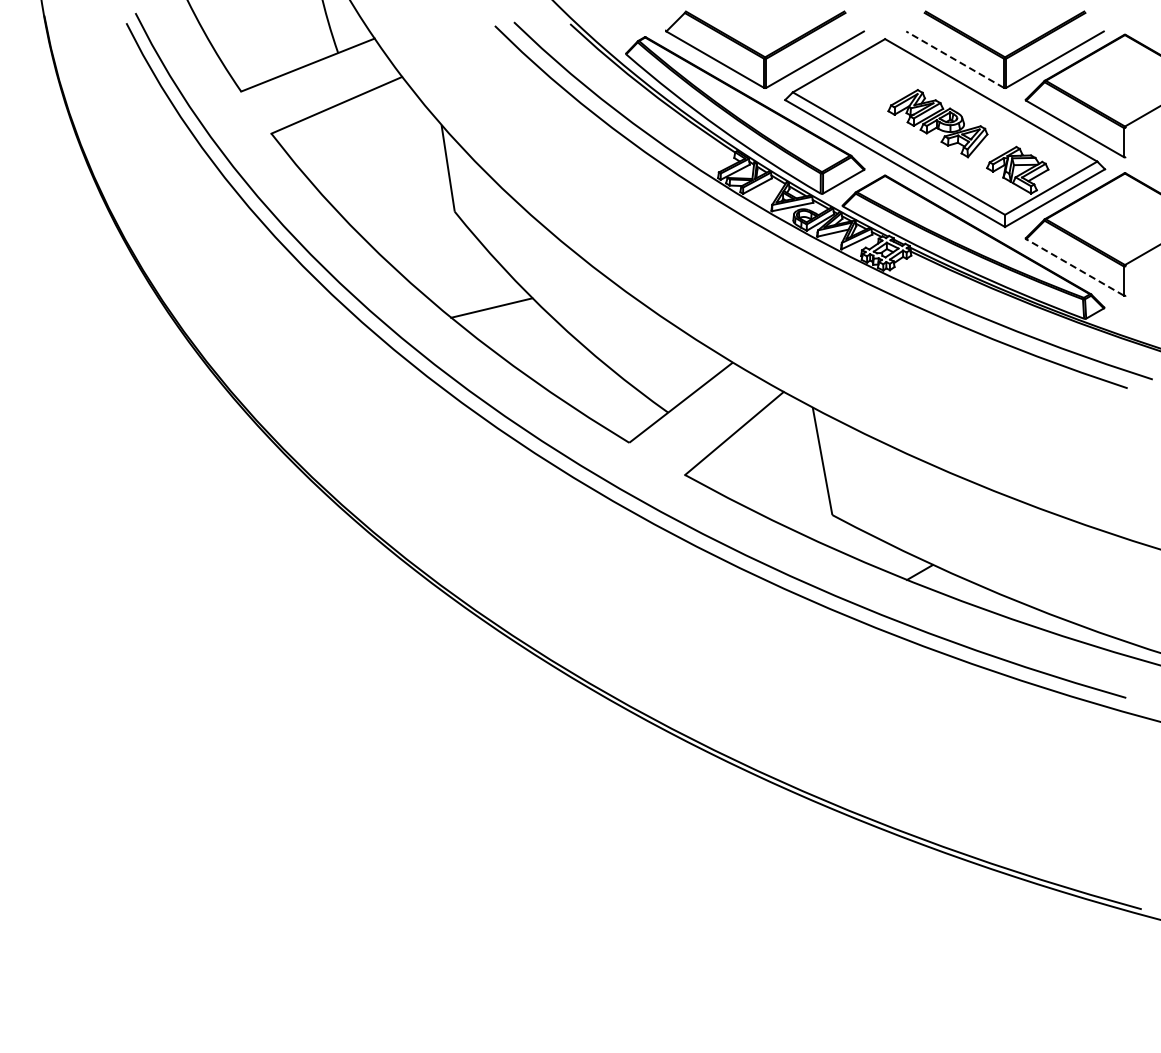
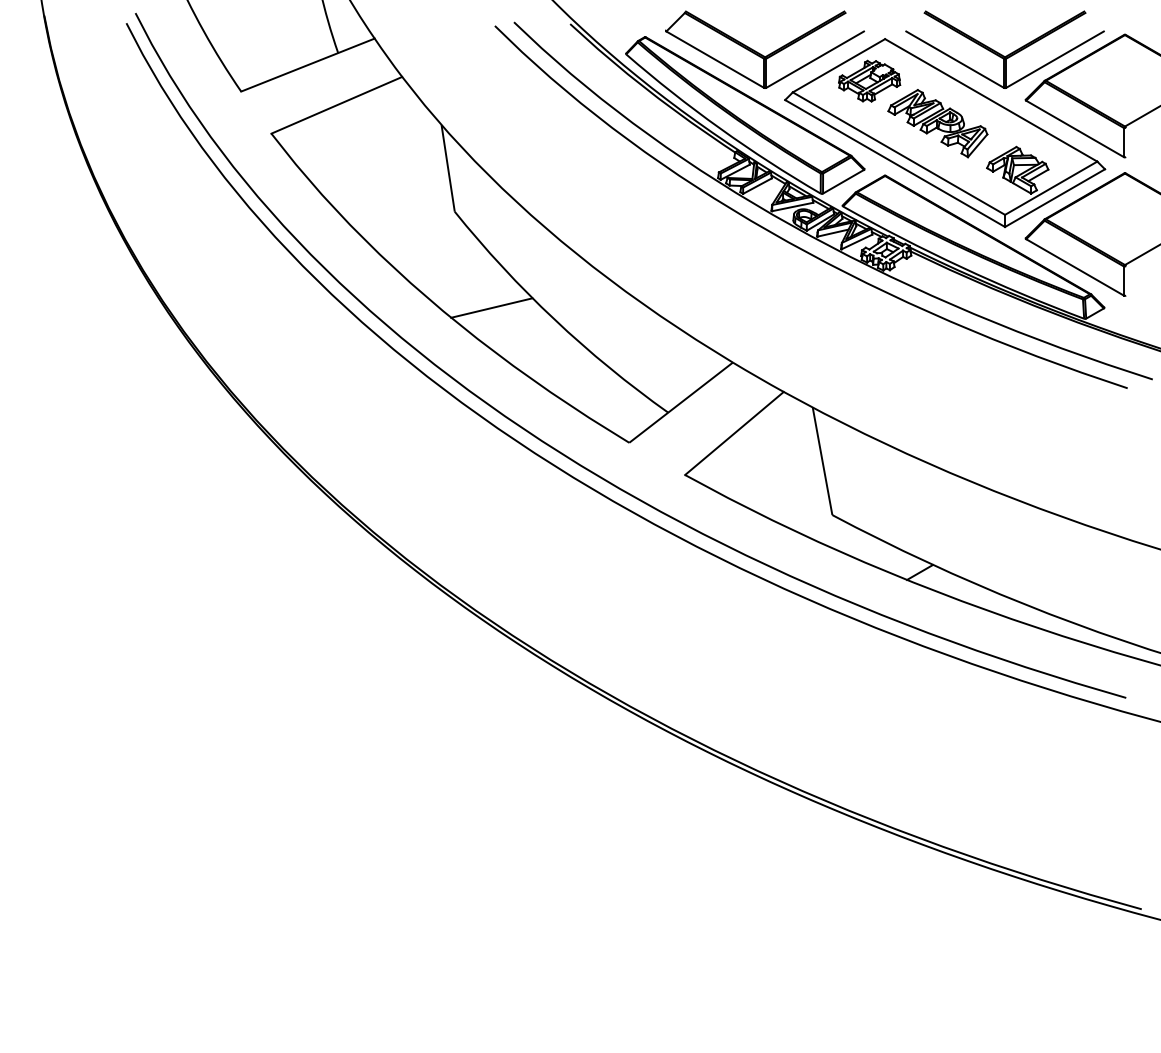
line at (954, 59): dashed -> solid
part at (869, 80): none -> present
line at (1074, 267): dashed -> solid
